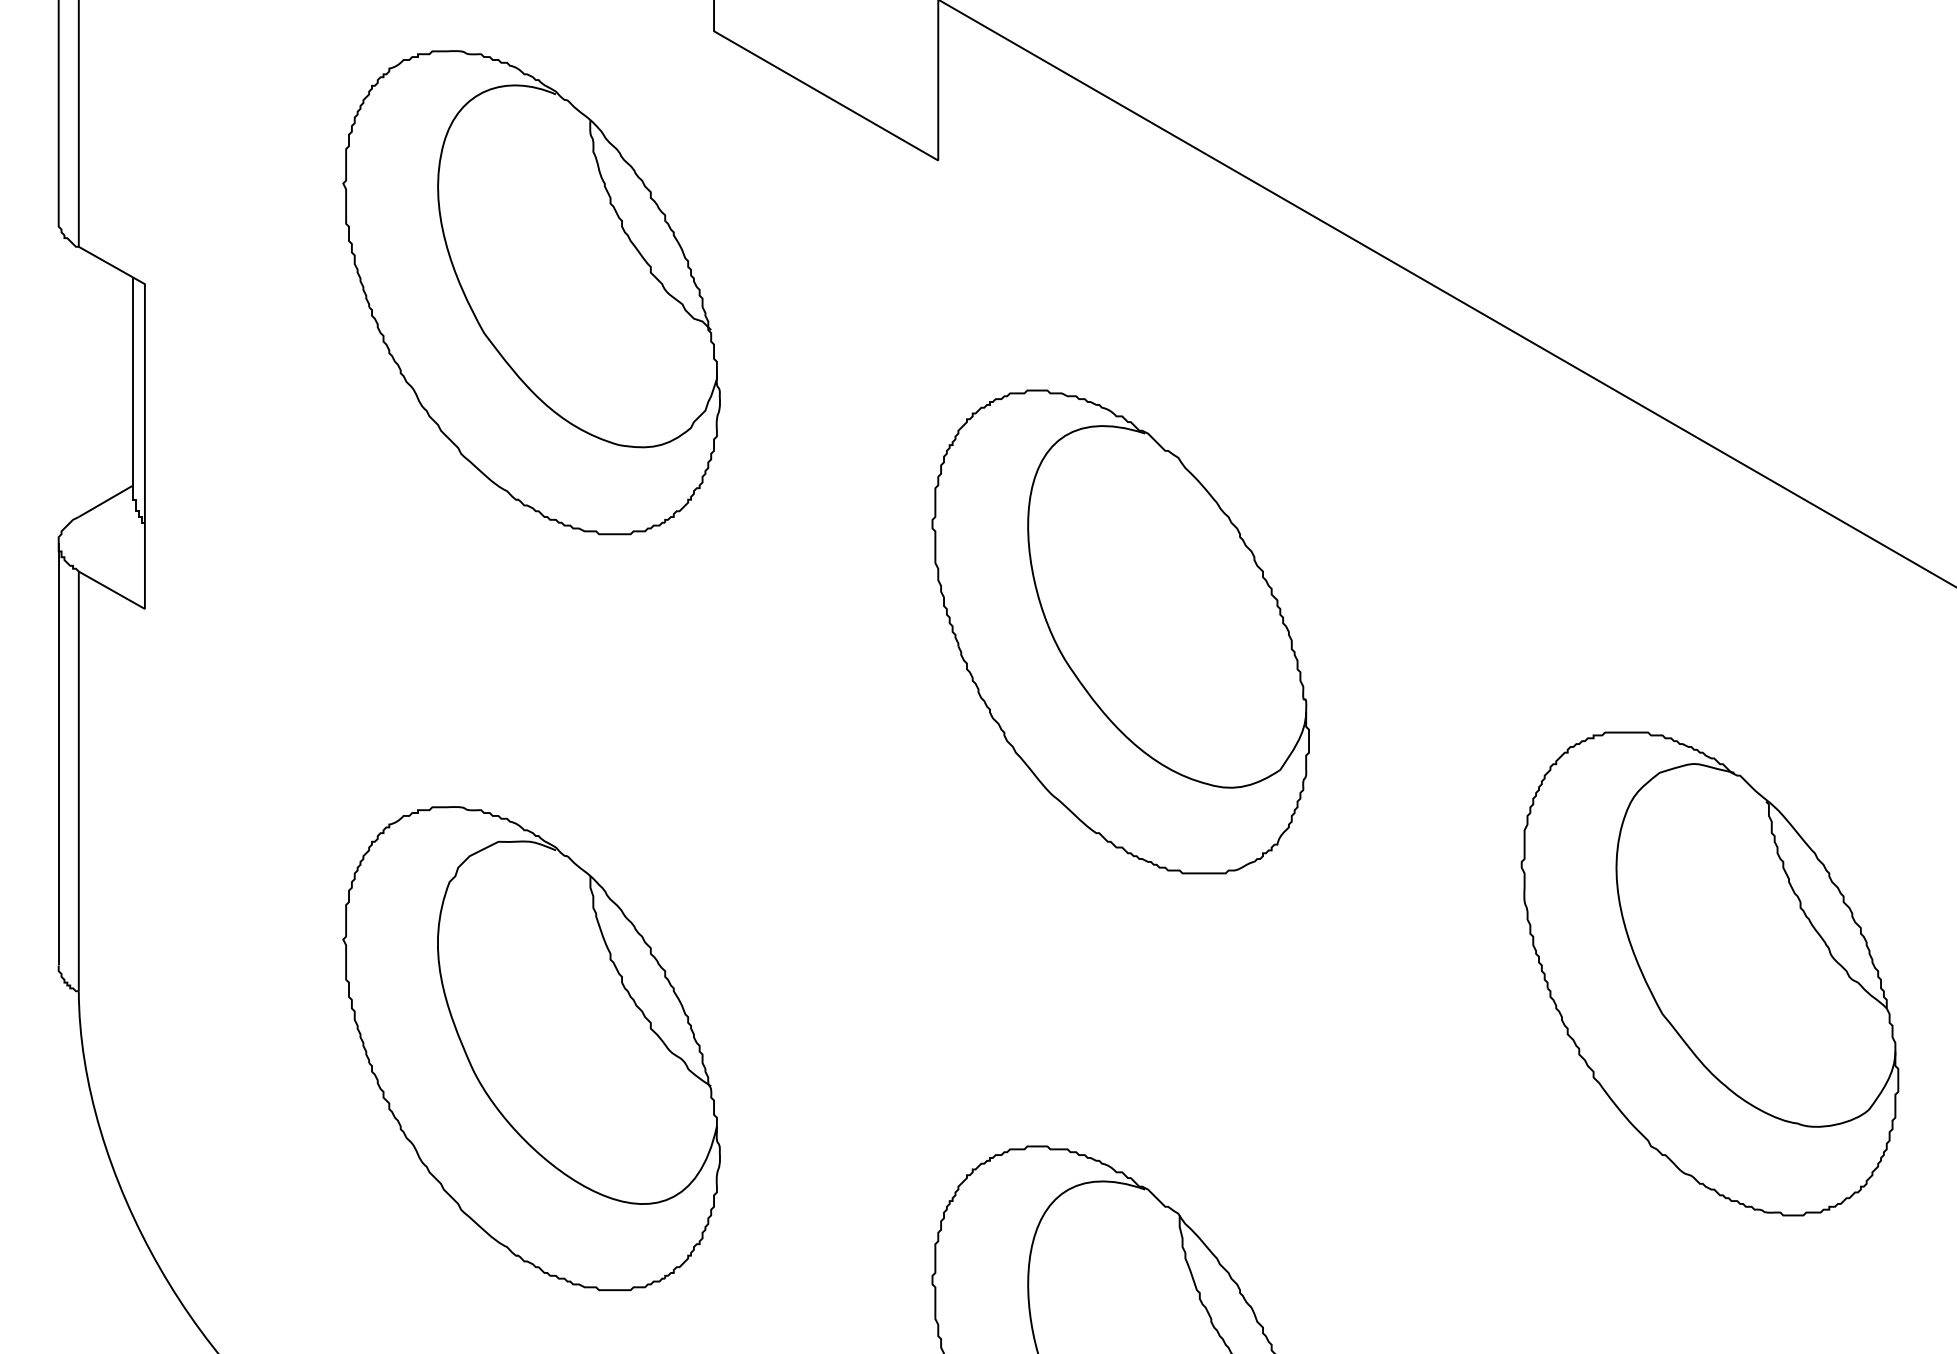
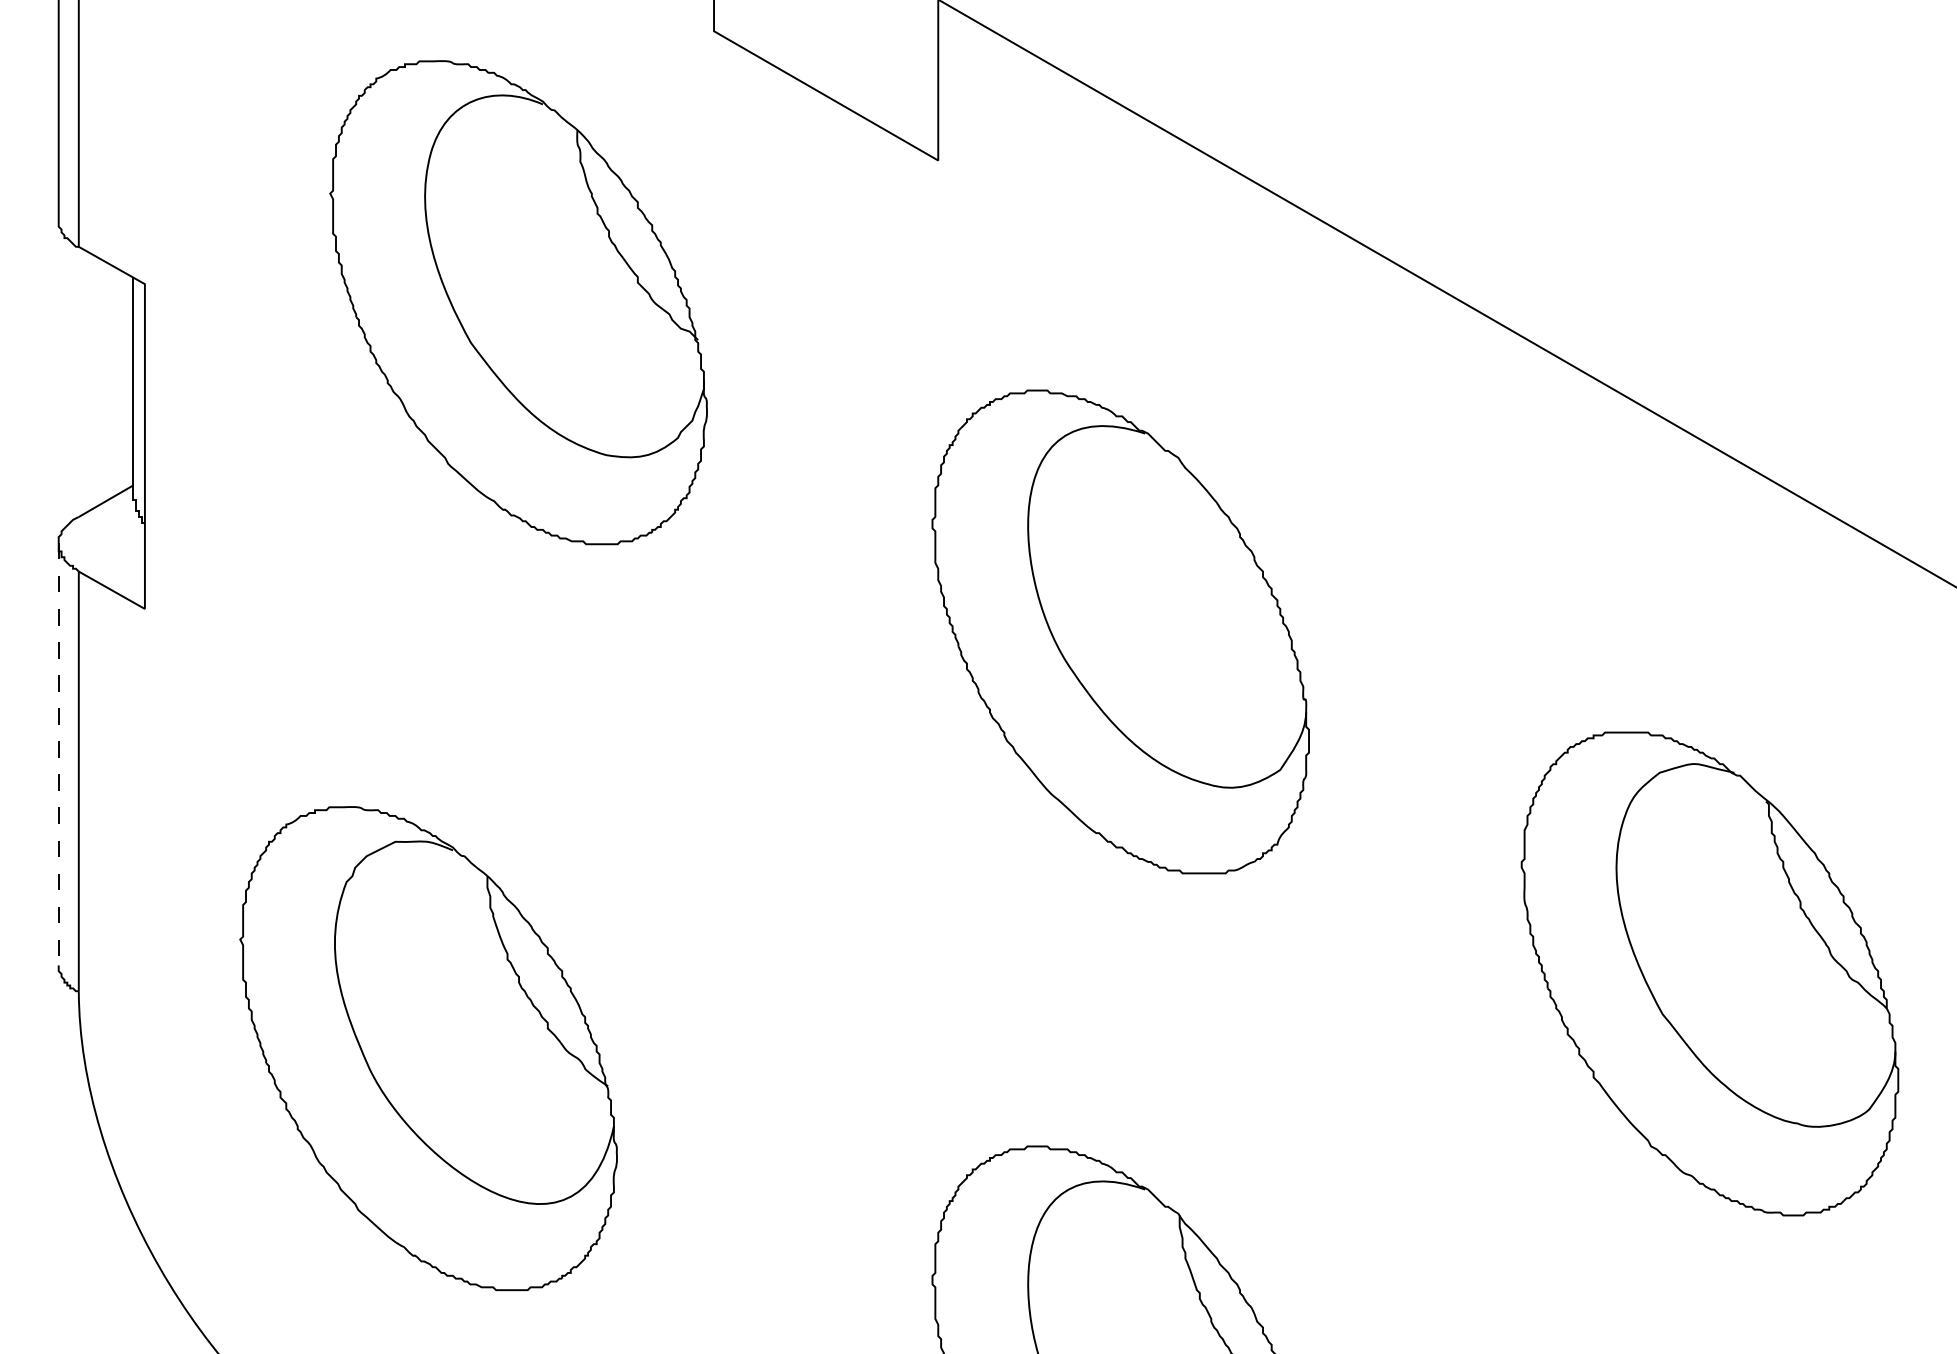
part at (531, 292) position: (531, 292) -> (518, 302)
line at (58, 754): solid -> dashed
part at (531, 1048) position: (531, 1048) -> (428, 1048)
